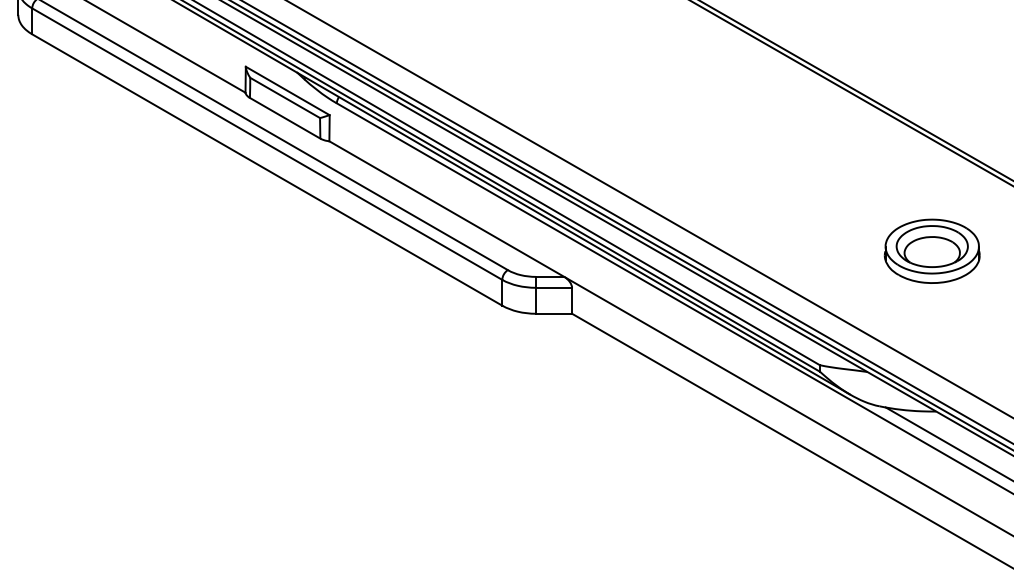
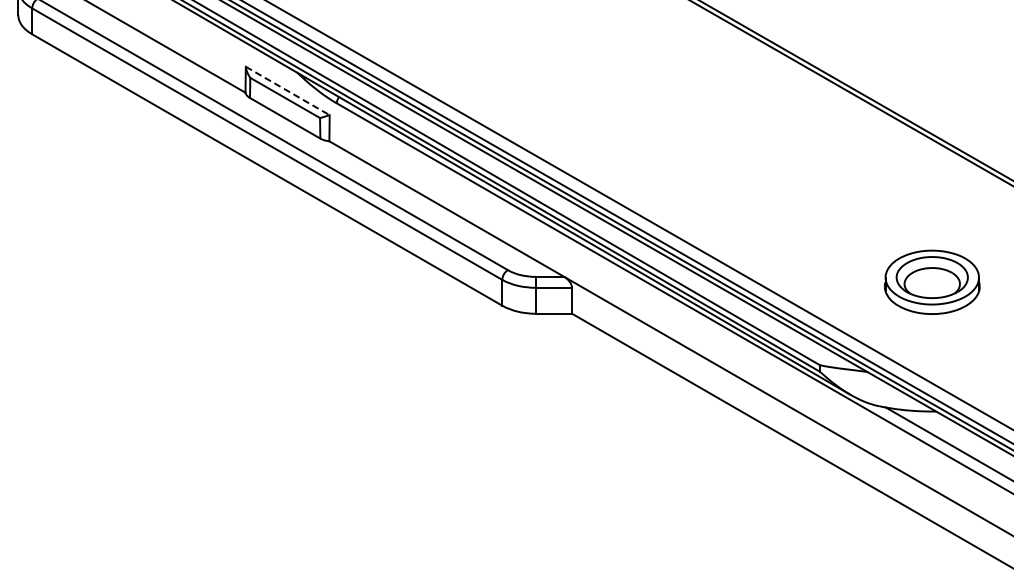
line at (288, 91): solid -> dashed
line at (649, 209) position: (649, 209) -> (639, 215)
part at (931, 250) position: (931, 250) -> (931, 281)
